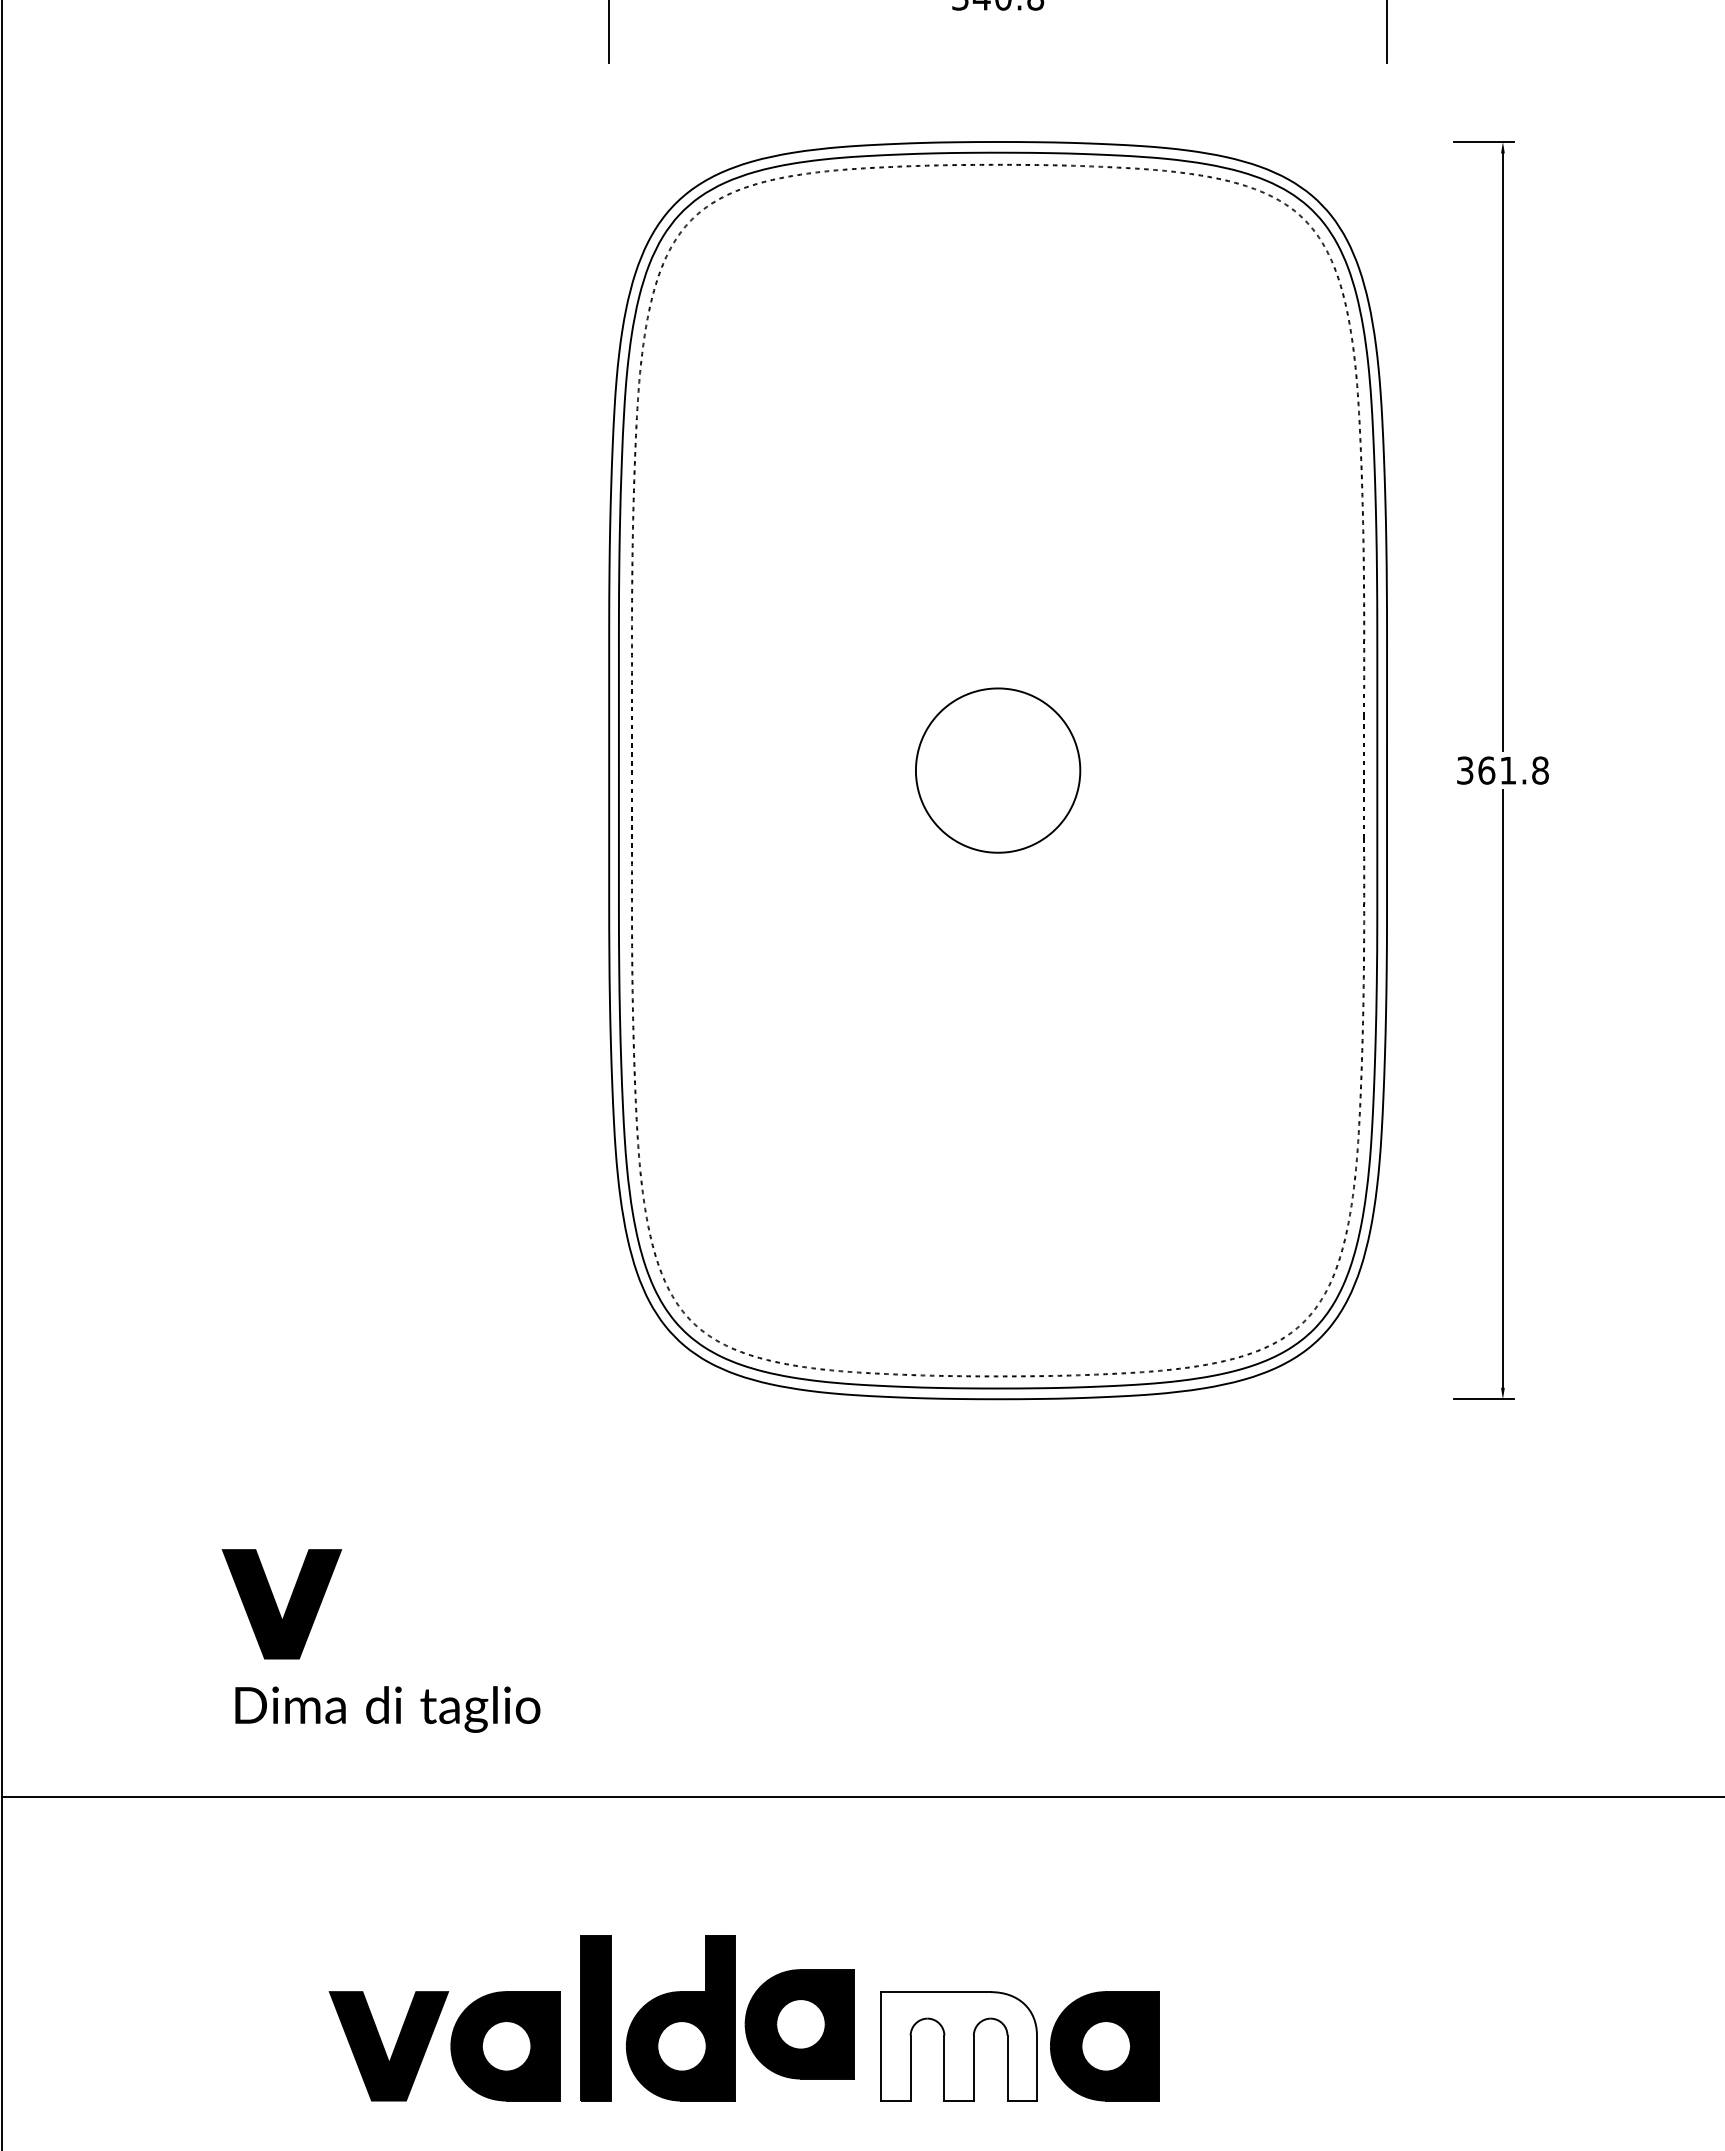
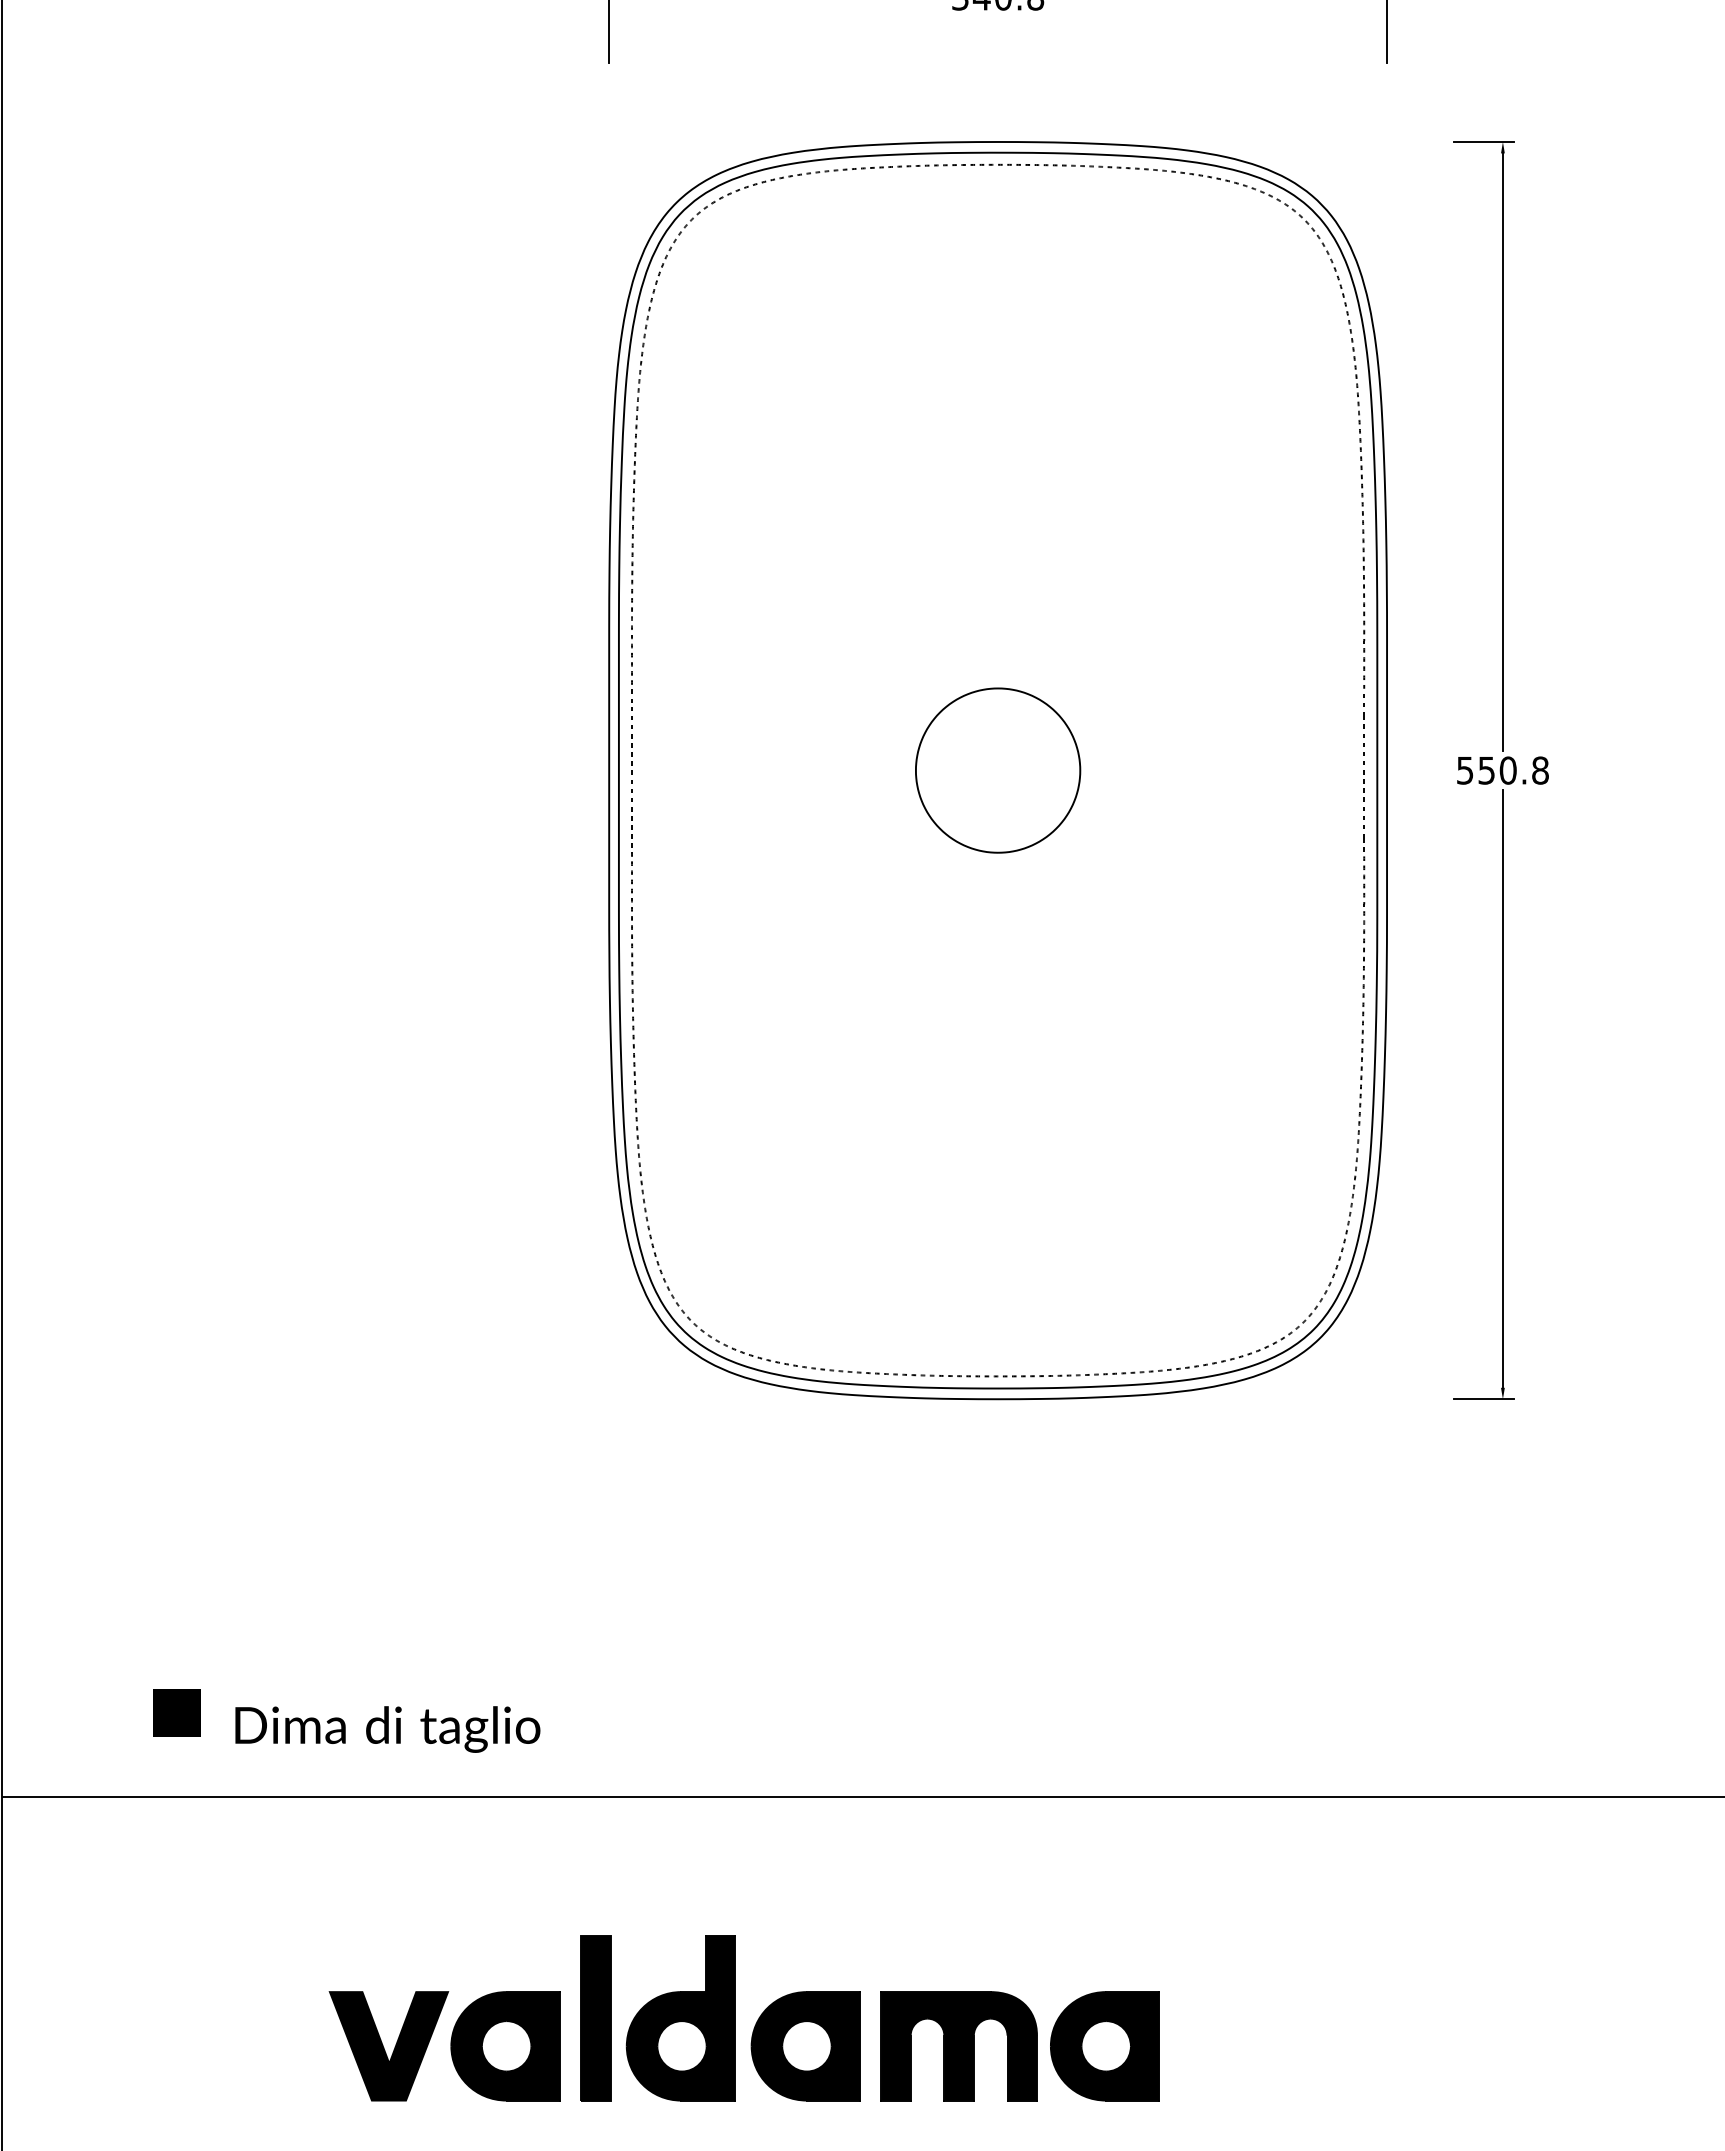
text at (1486, 770): 361.8 -> 550.8
part at (281, 1604): present -> none
text at (387, 1709) position: (387, 1709) -> (387, 1729)
fill at (176, 1713): none -> present
part at (799, 2024) position: (799, 2024) -> (805, 2046)
fill at (959, 2046): none -> present
